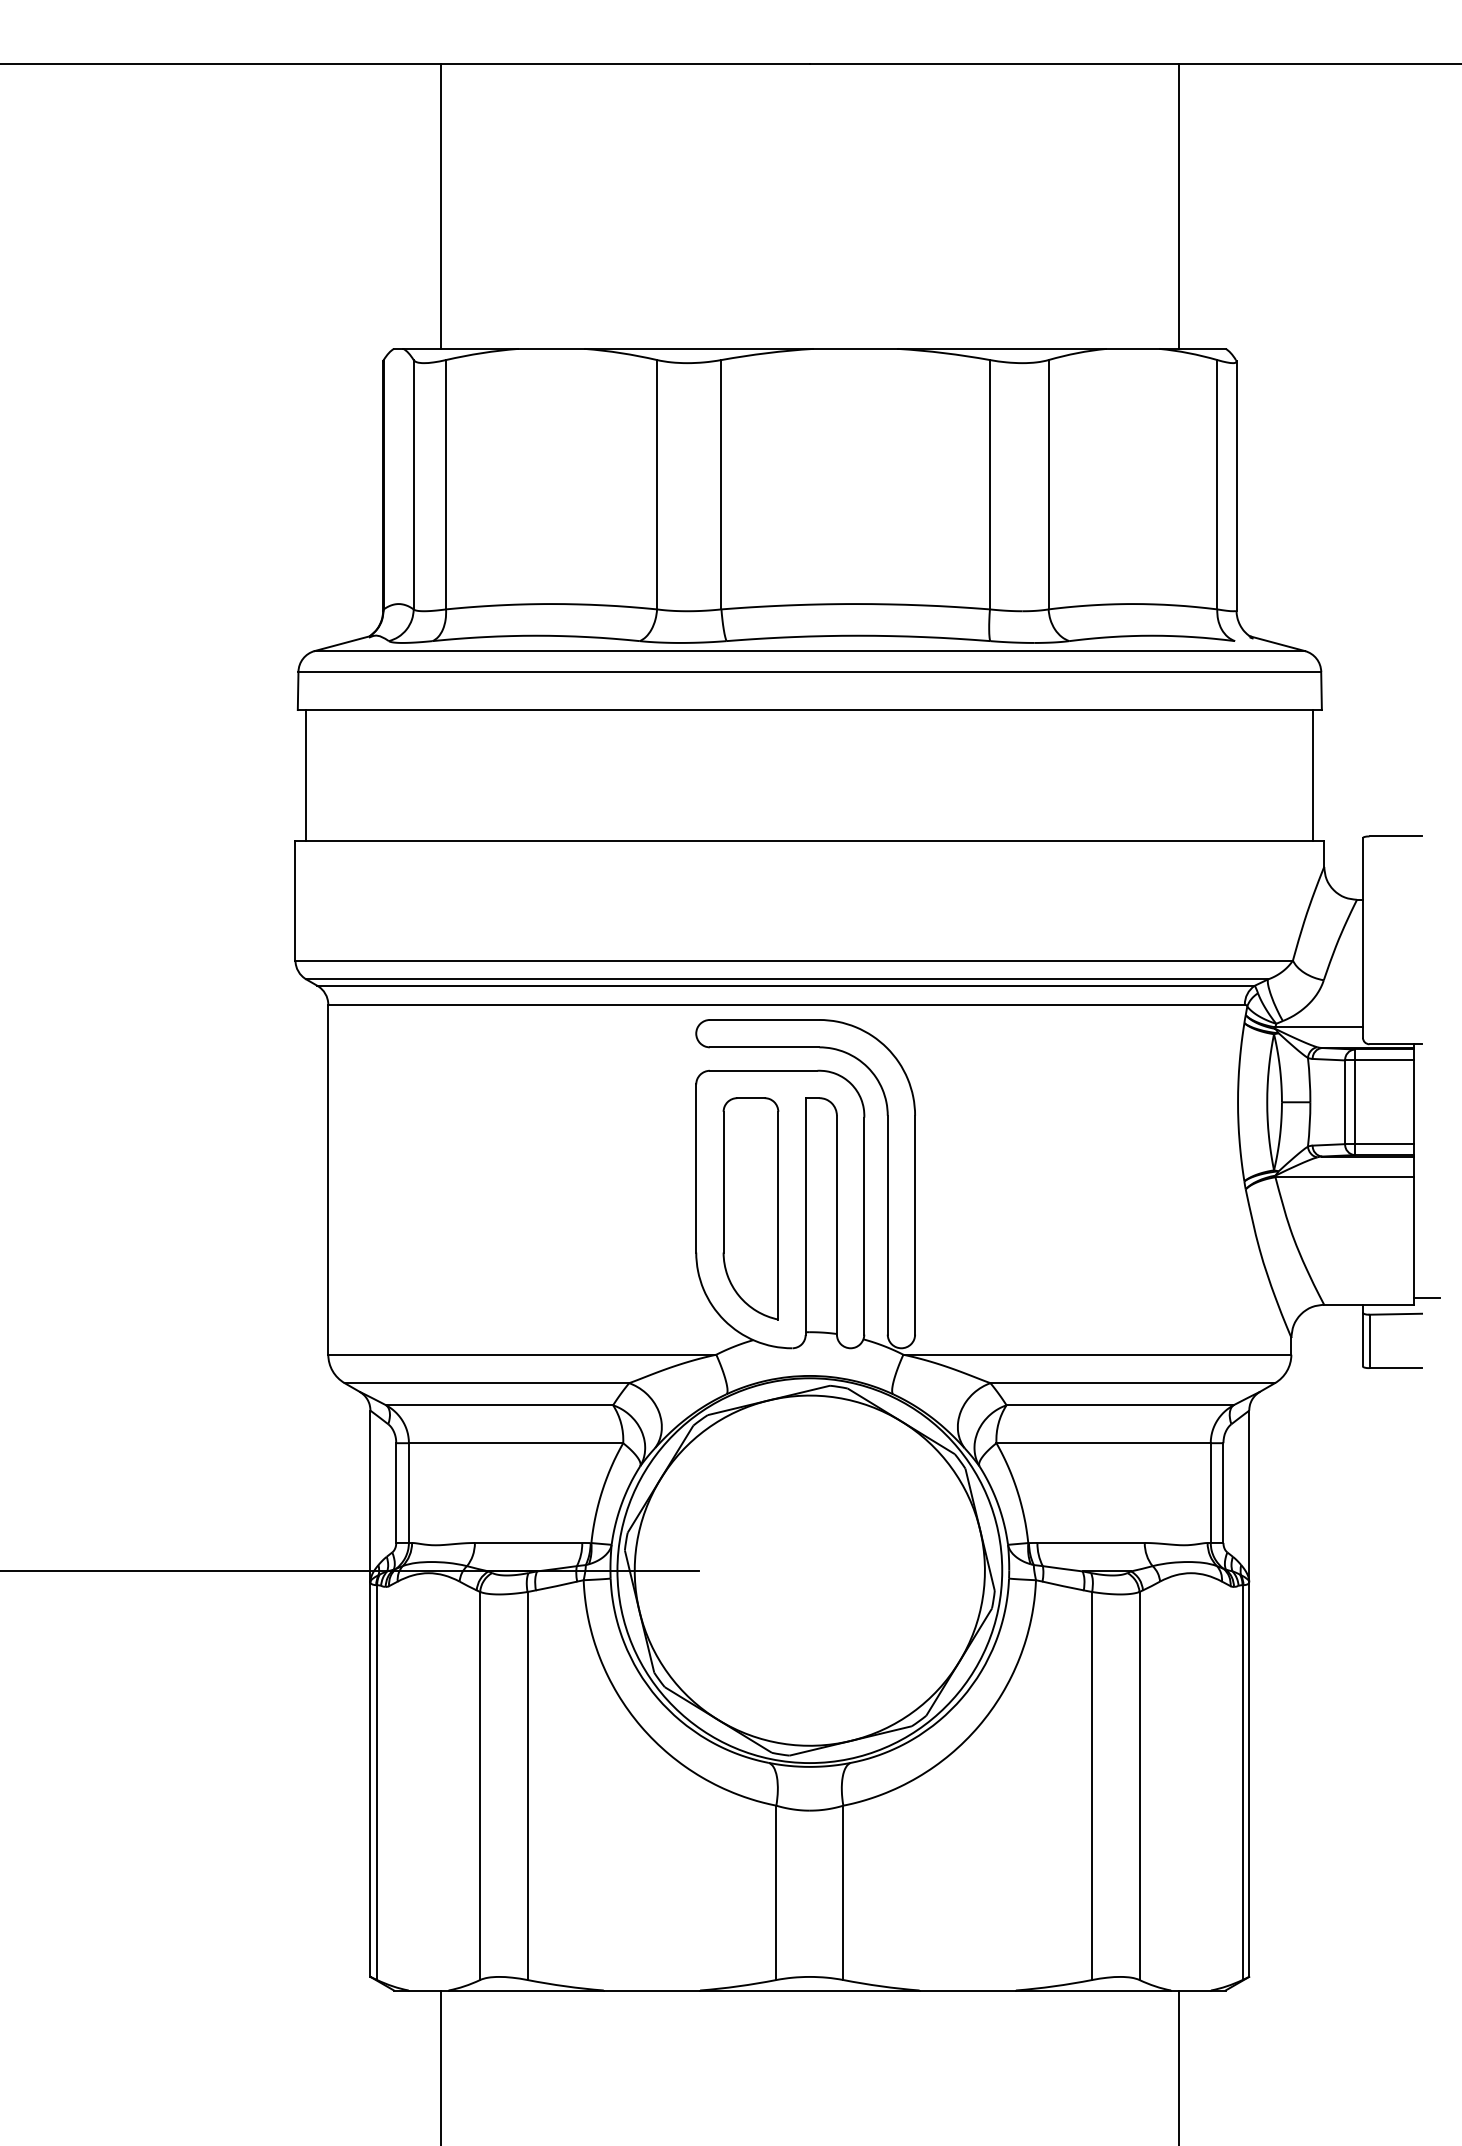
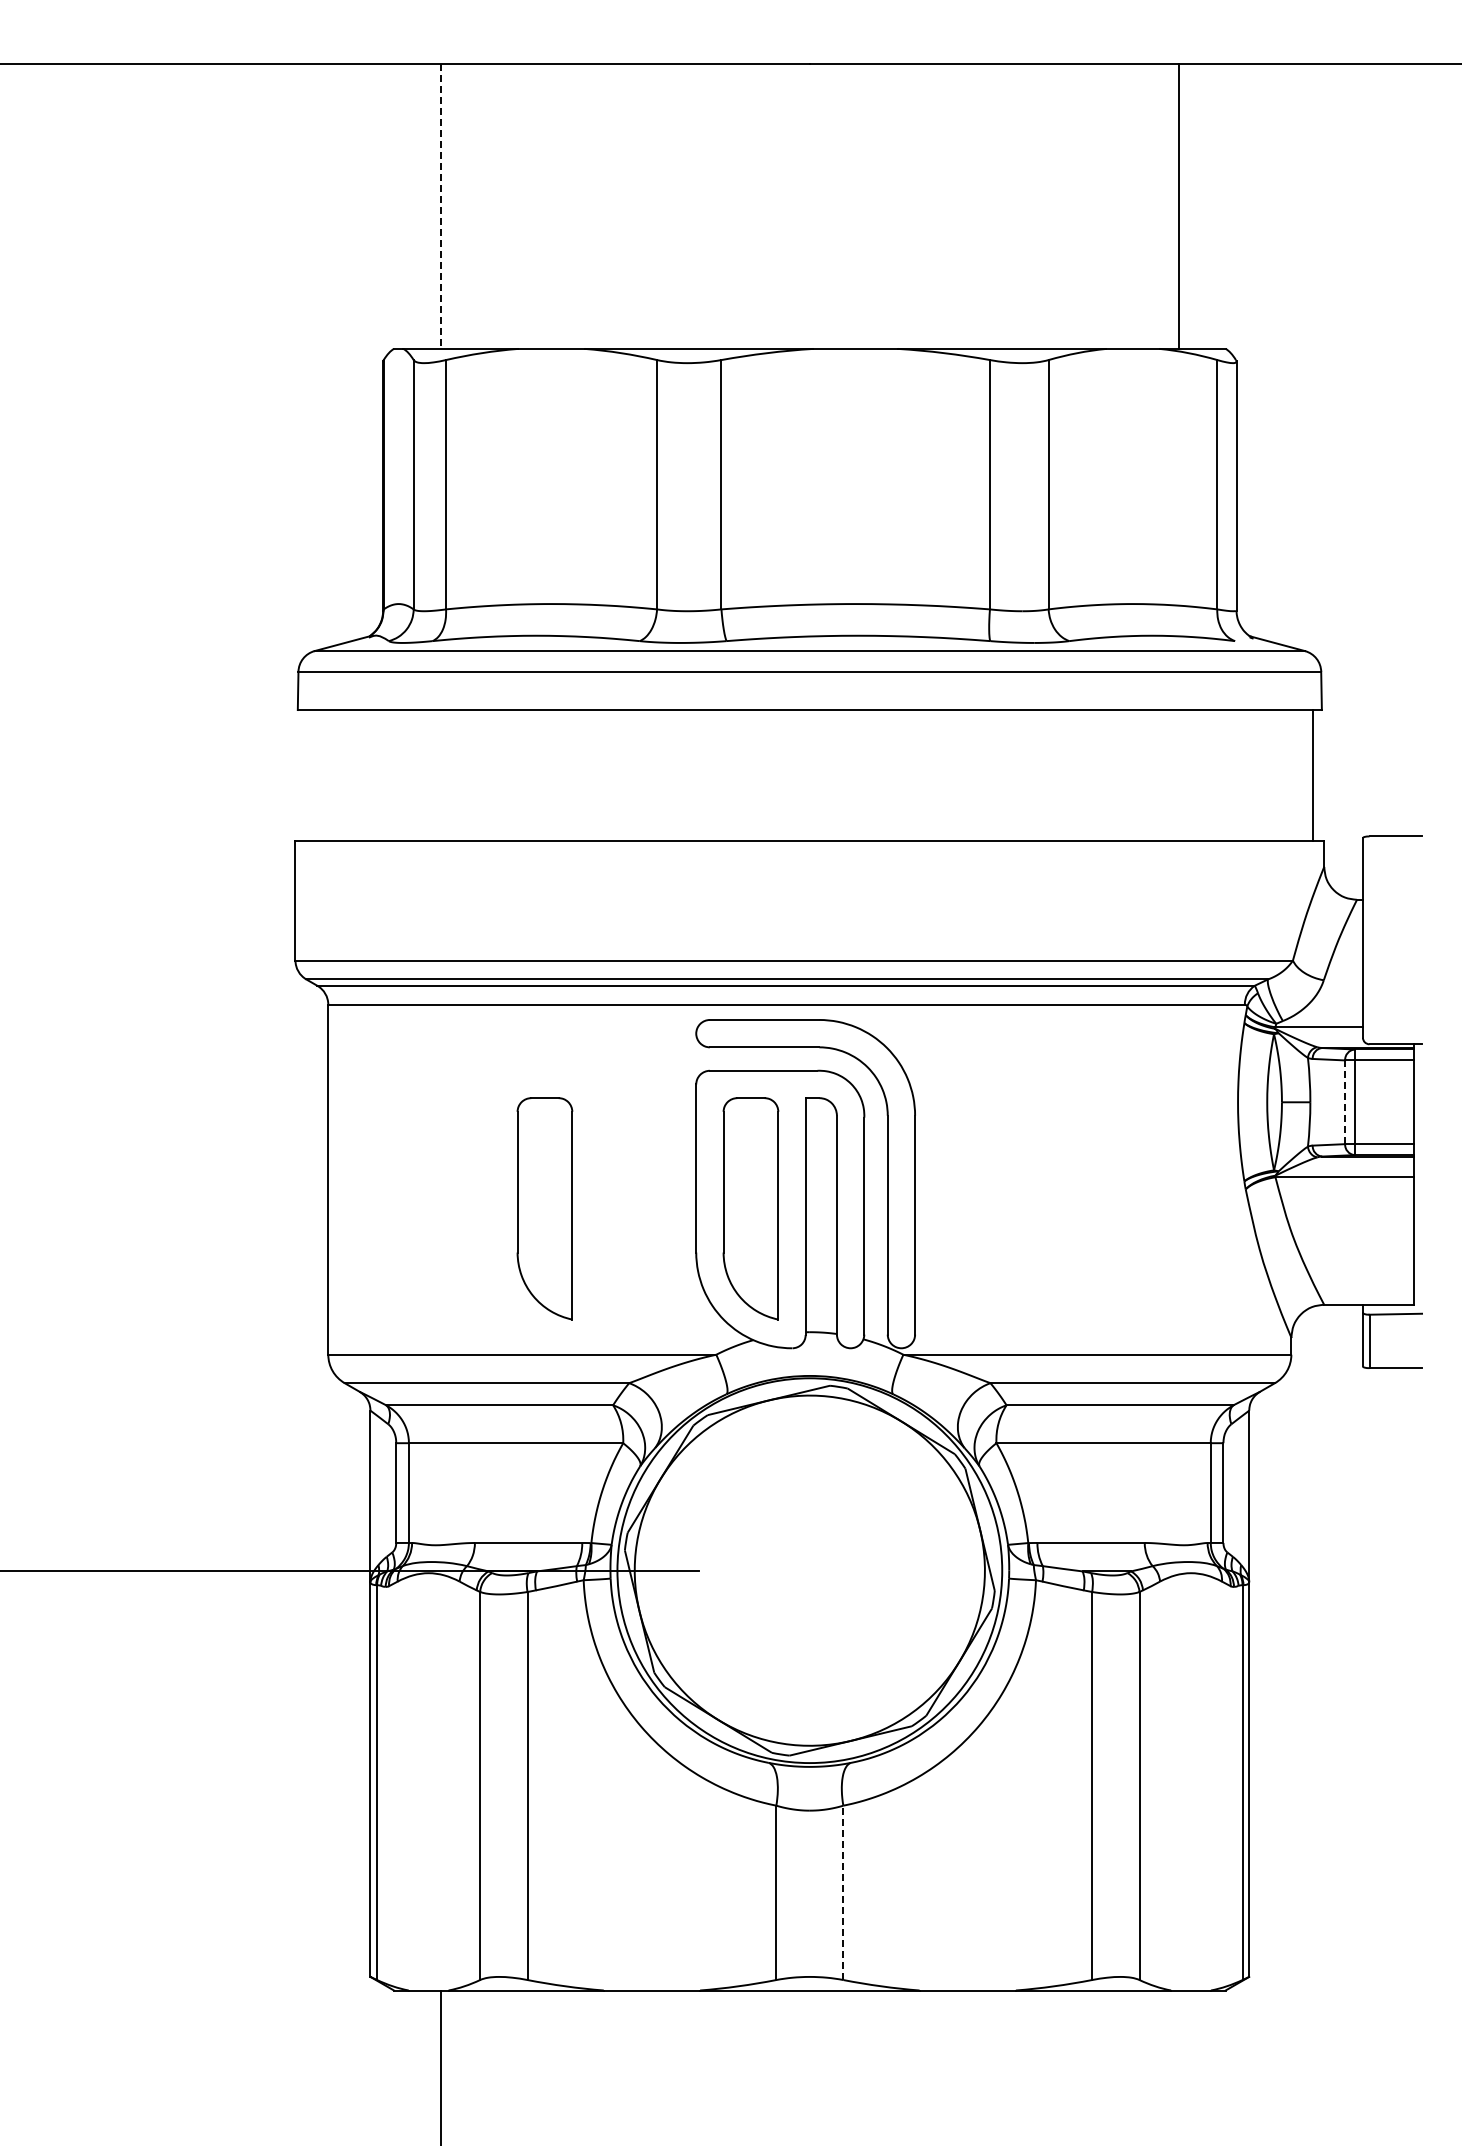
line at (441, 207): solid -> dashed
line at (306, 775): present -> none
line at (1345, 1102): solid -> dashed
part at (544, 1208): none -> present
line at (1426, 1298): present -> none
line at (843, 1892): solid -> dashed
line at (1178, 2066): present -> none
